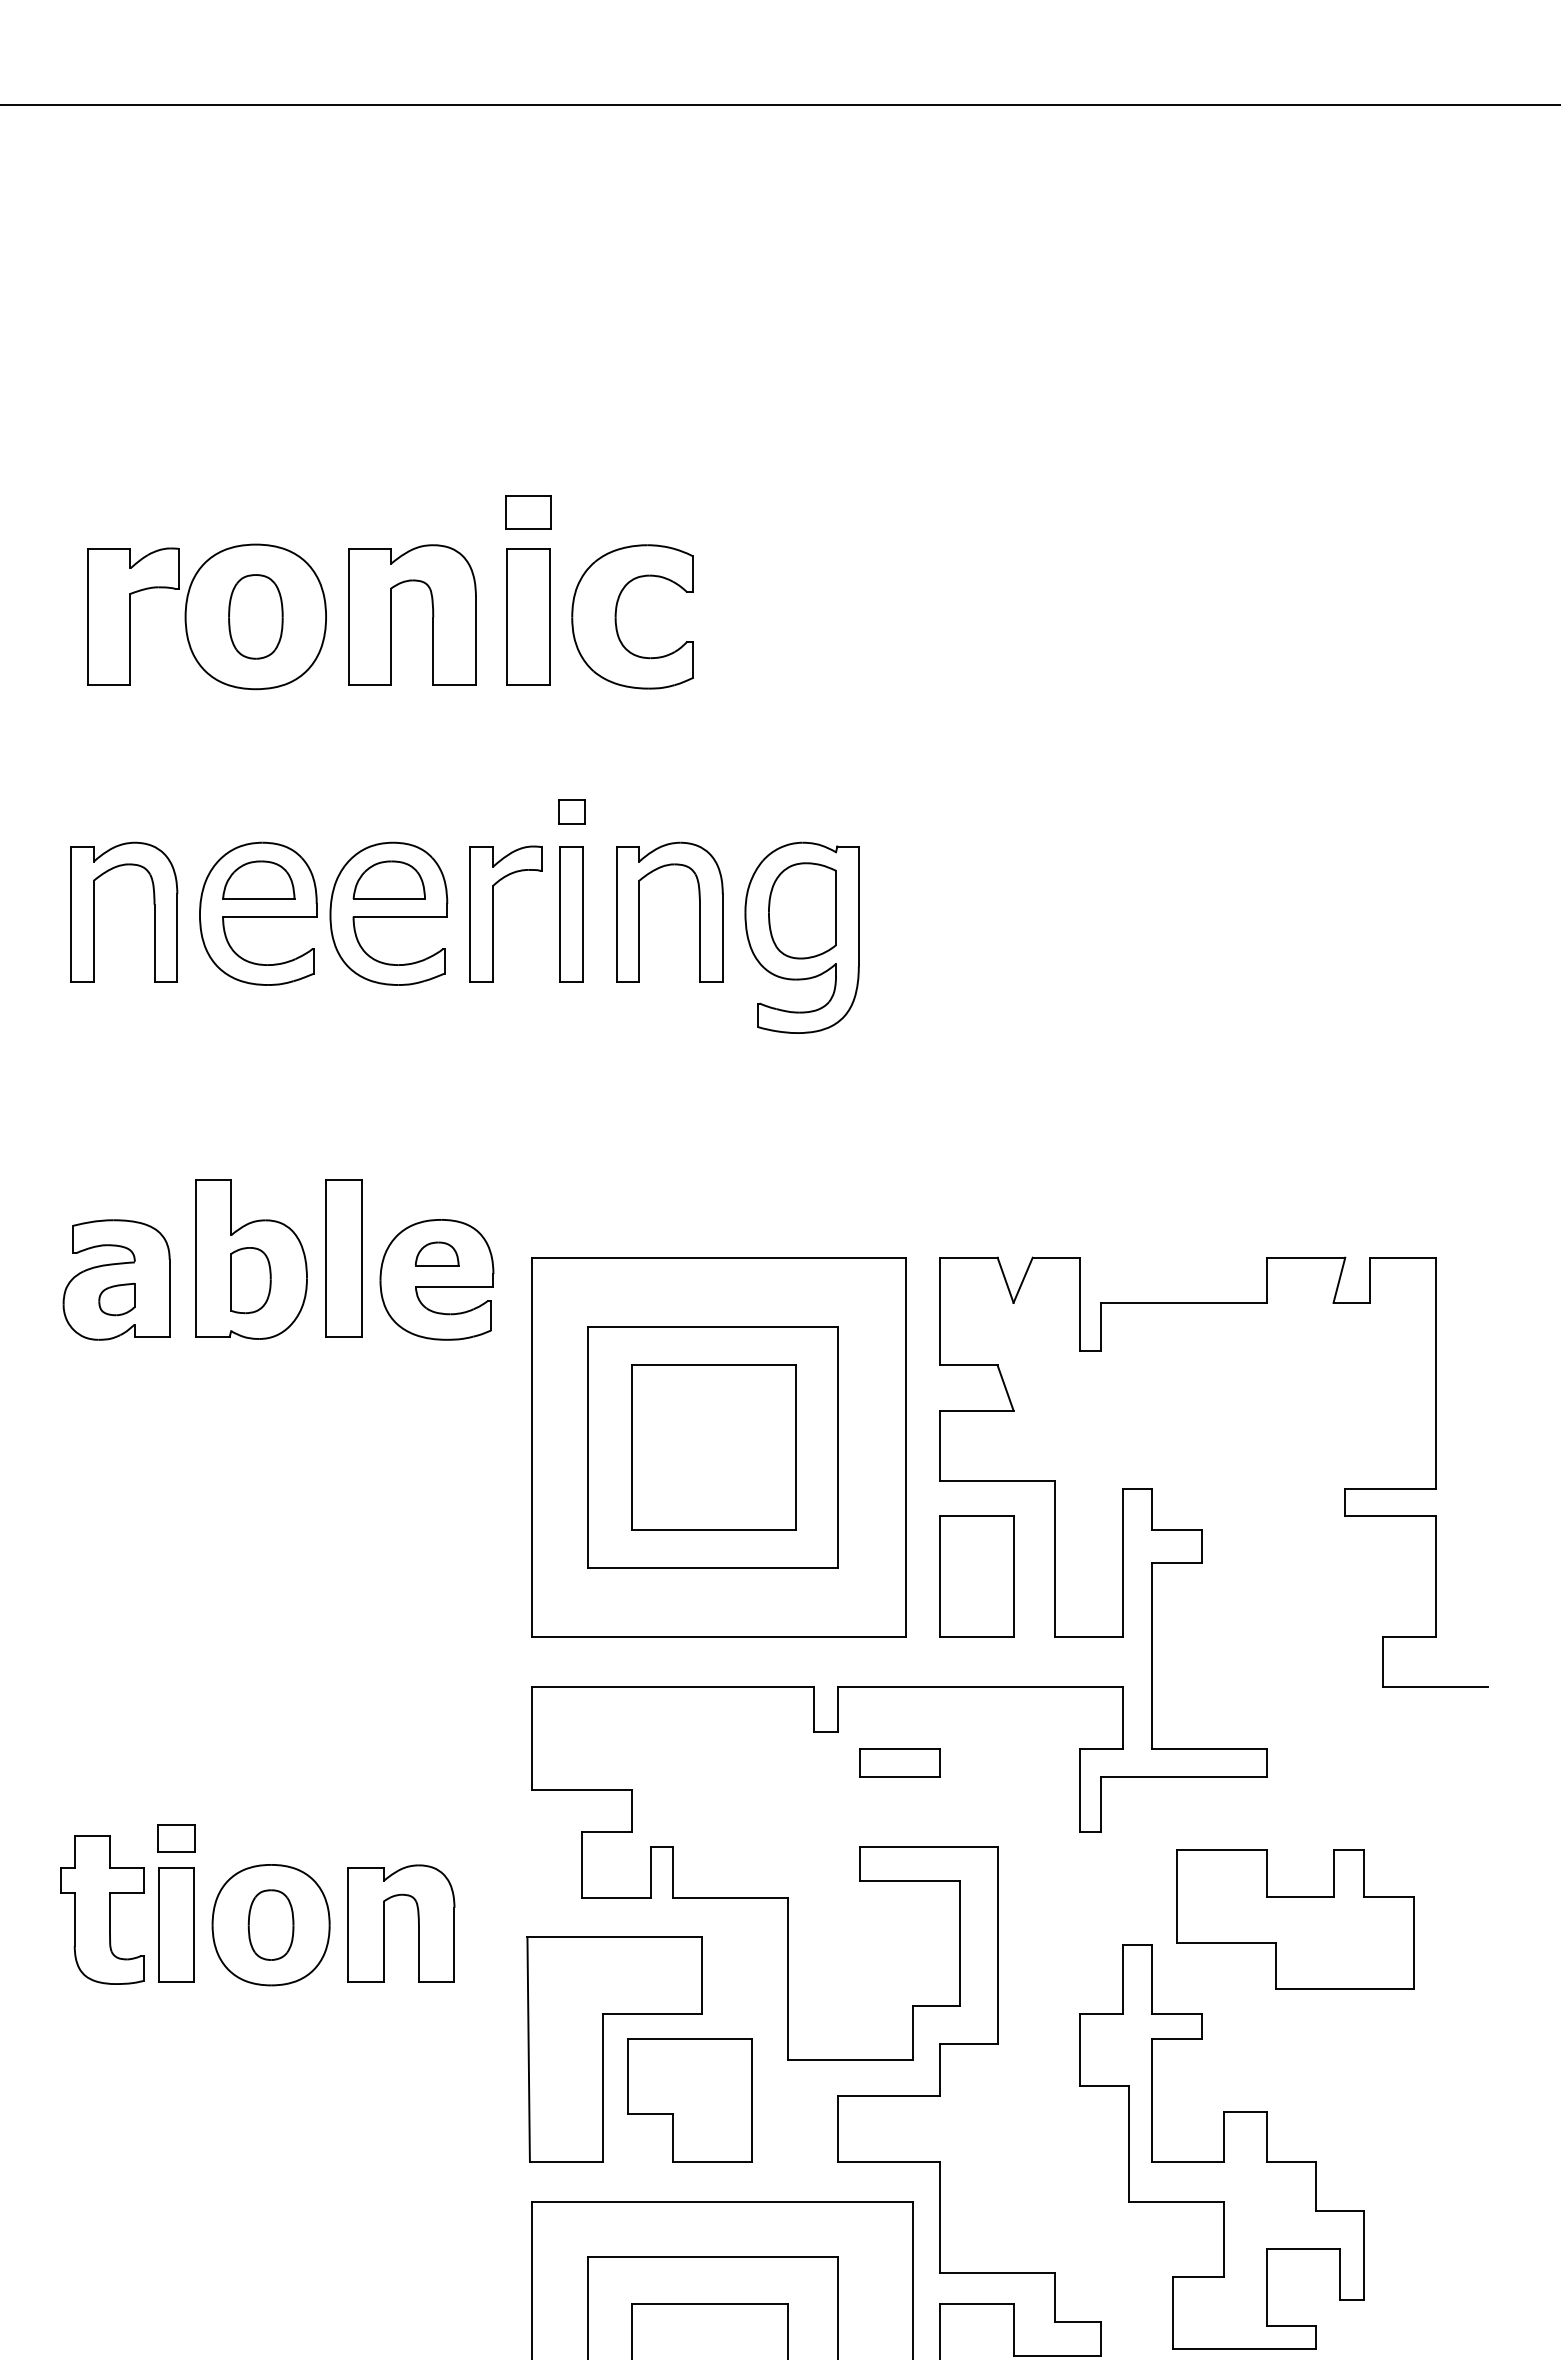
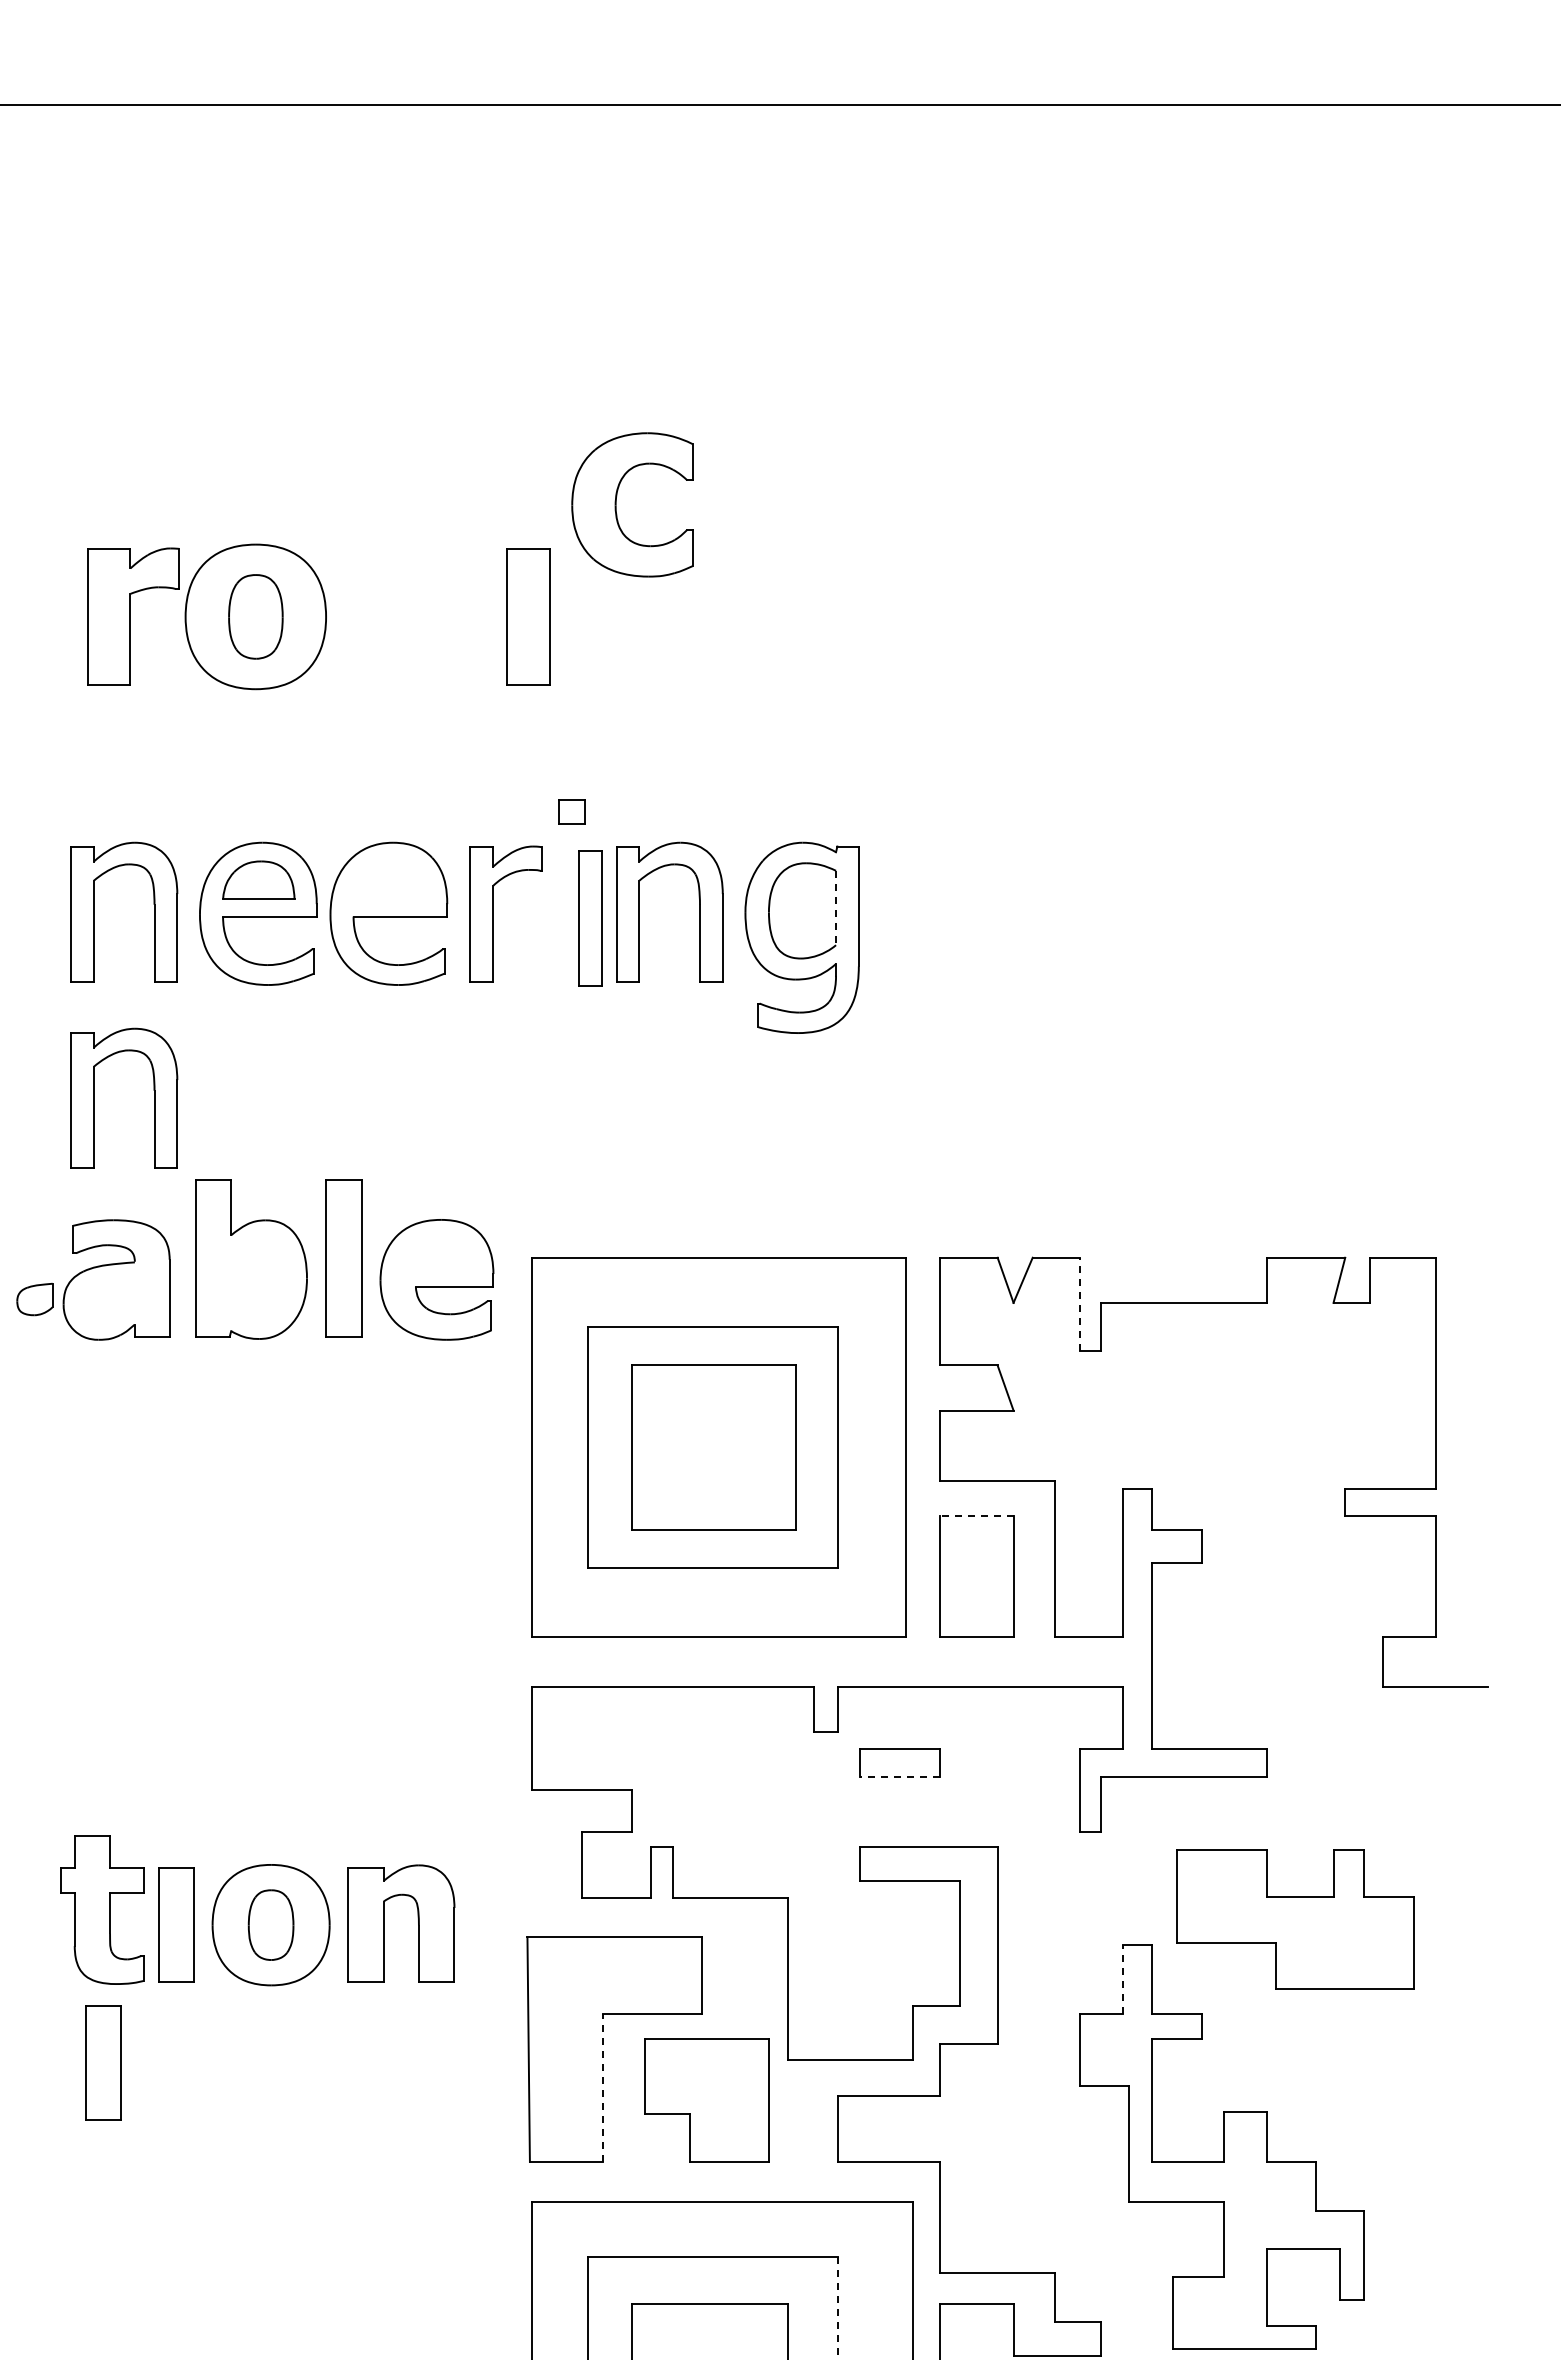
part at (528, 512): present -> none
part at (432, 614): present -> none
part at (616, 616) position: (616, 616) -> (616, 504)
part at (388, 879): present -> none
line at (836, 908): solid -> dashed
part at (571, 914) position: (571, 914) -> (590, 918)
part at (153, 1090): none -> present
part at (436, 1253): present -> none
part at (250, 1280): present -> none
part at (116, 1299) position: (116, 1299) -> (34, 1299)
line at (1080, 1304): solid -> dashed
line at (976, 1515): solid -> dashed
line at (899, 1776): solid -> dashed
part at (176, 1838): present -> none
line at (1123, 1978): solid -> dashed
part at (103, 2062): none -> present
line at (602, 2087): solid -> dashed
part at (689, 2100) position: (689, 2100) -> (706, 2100)
line at (838, 2308): solid -> dashed
